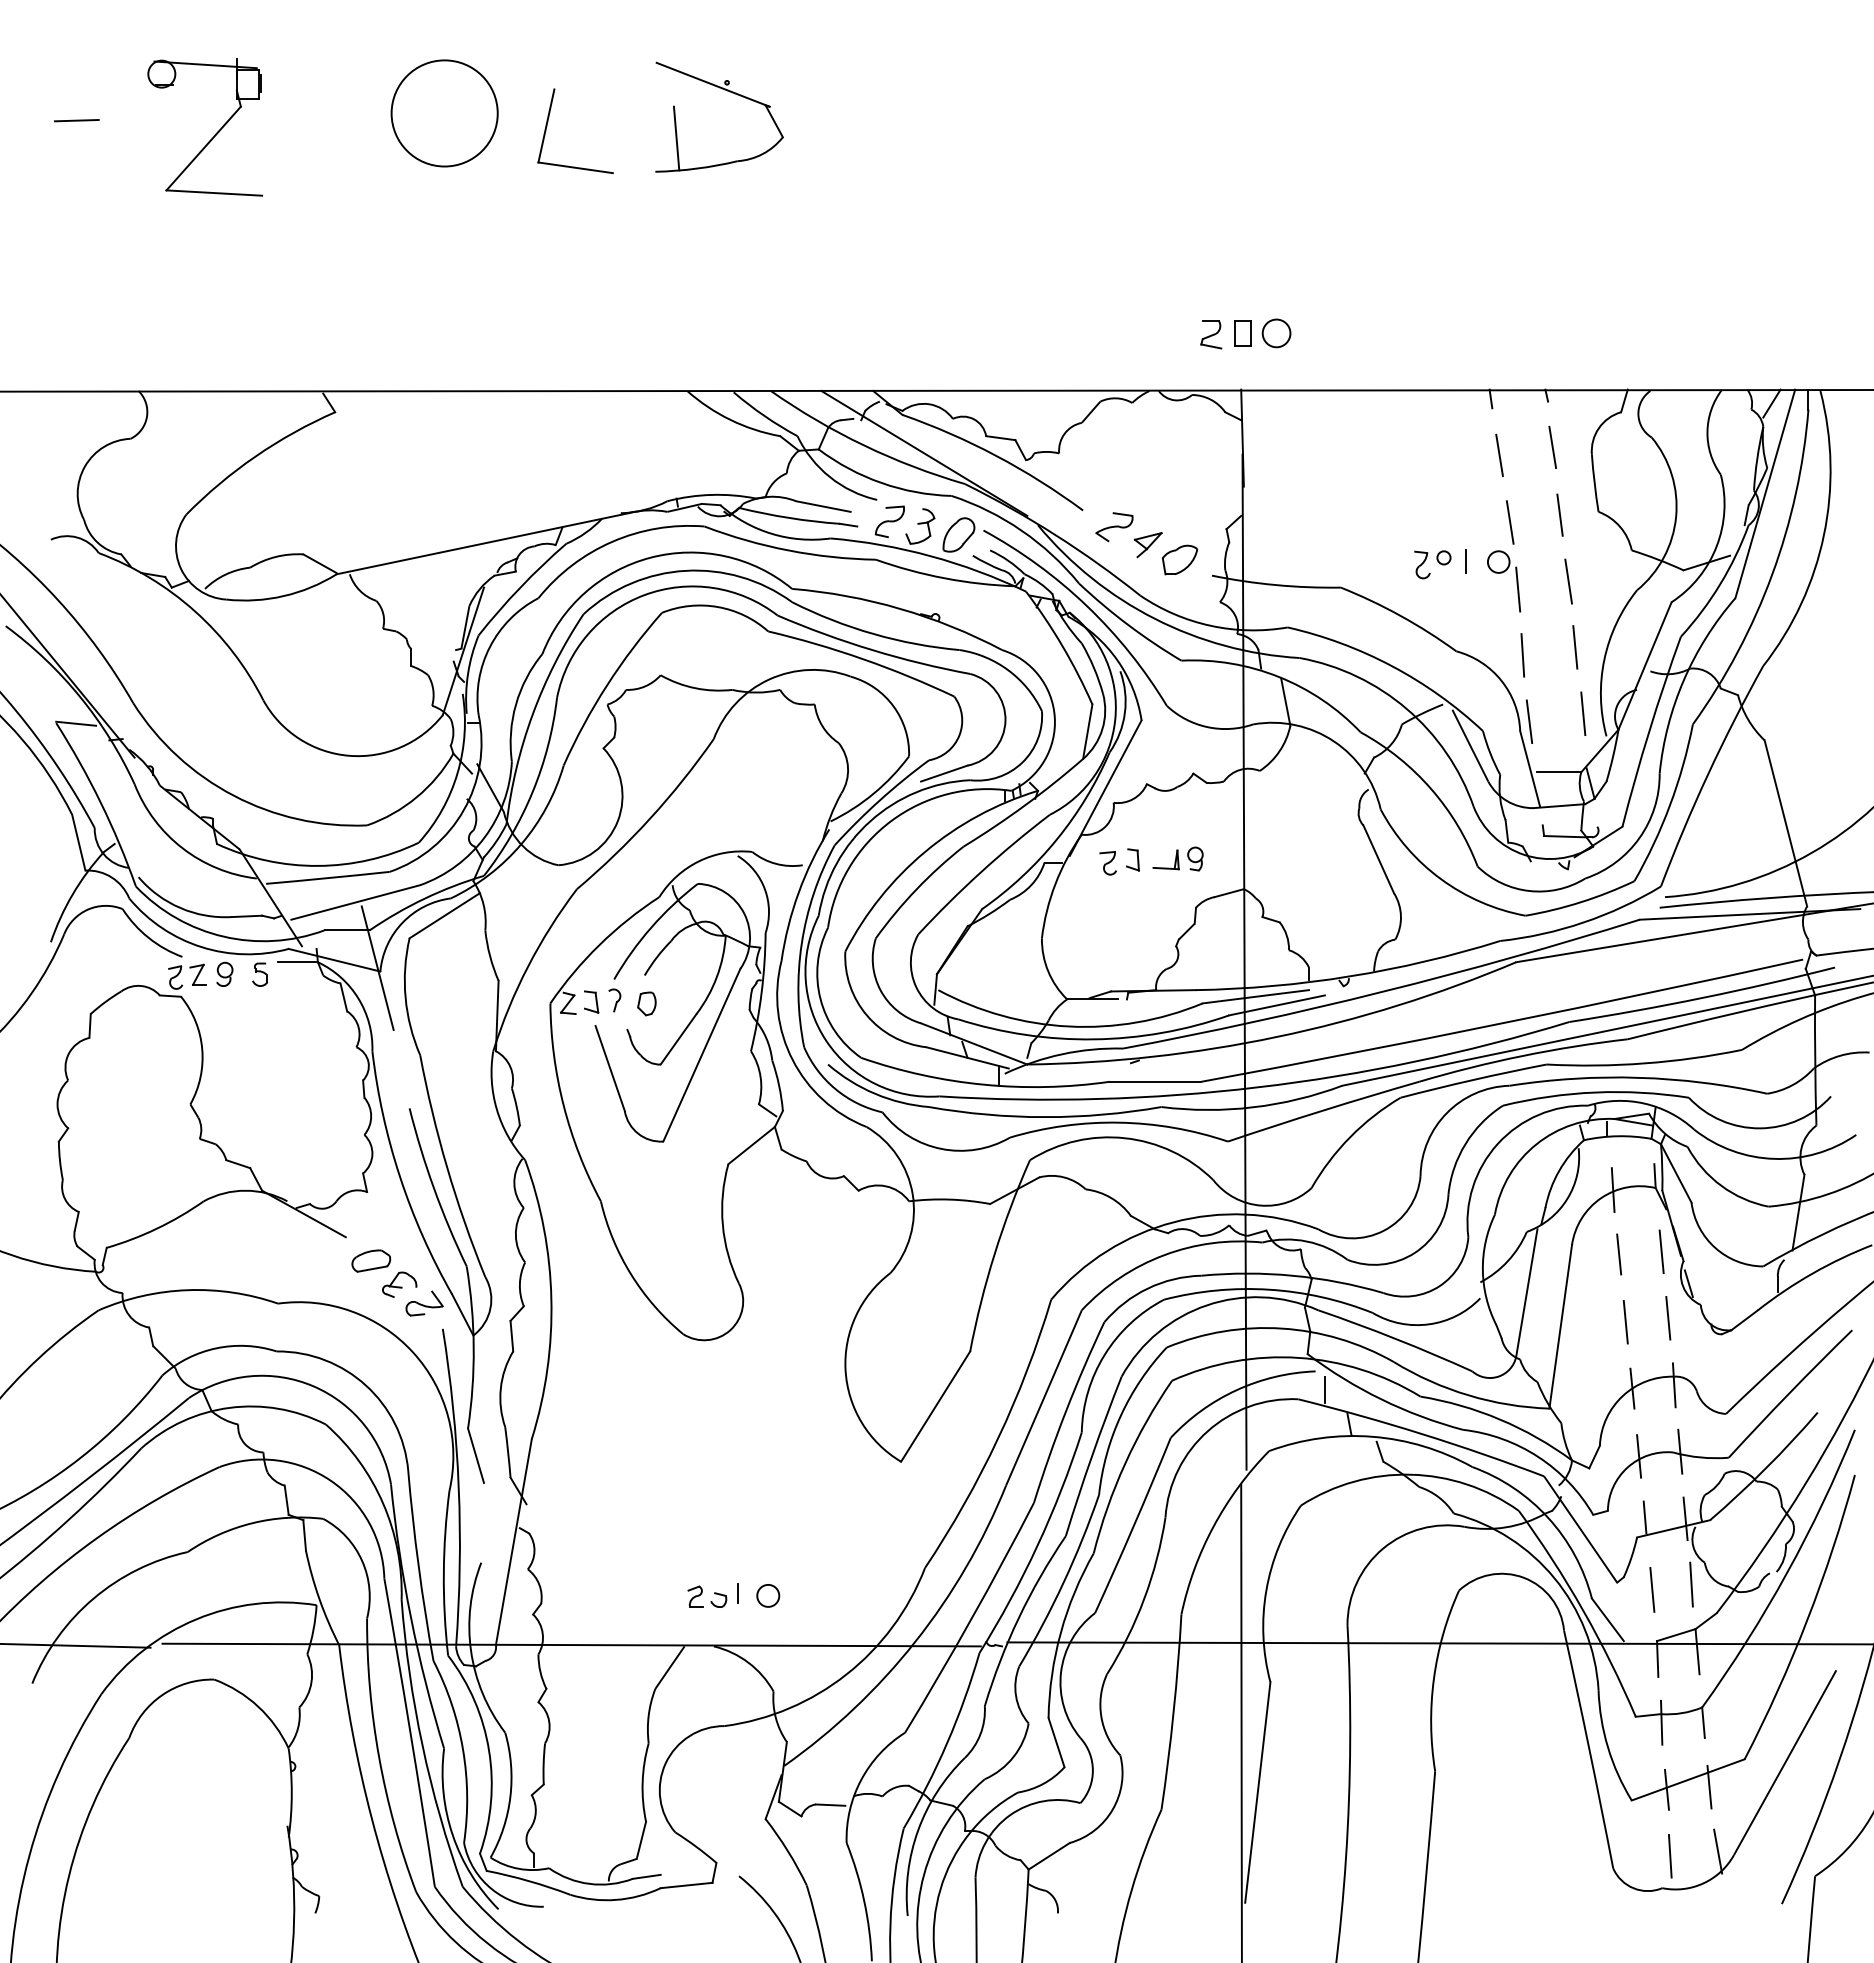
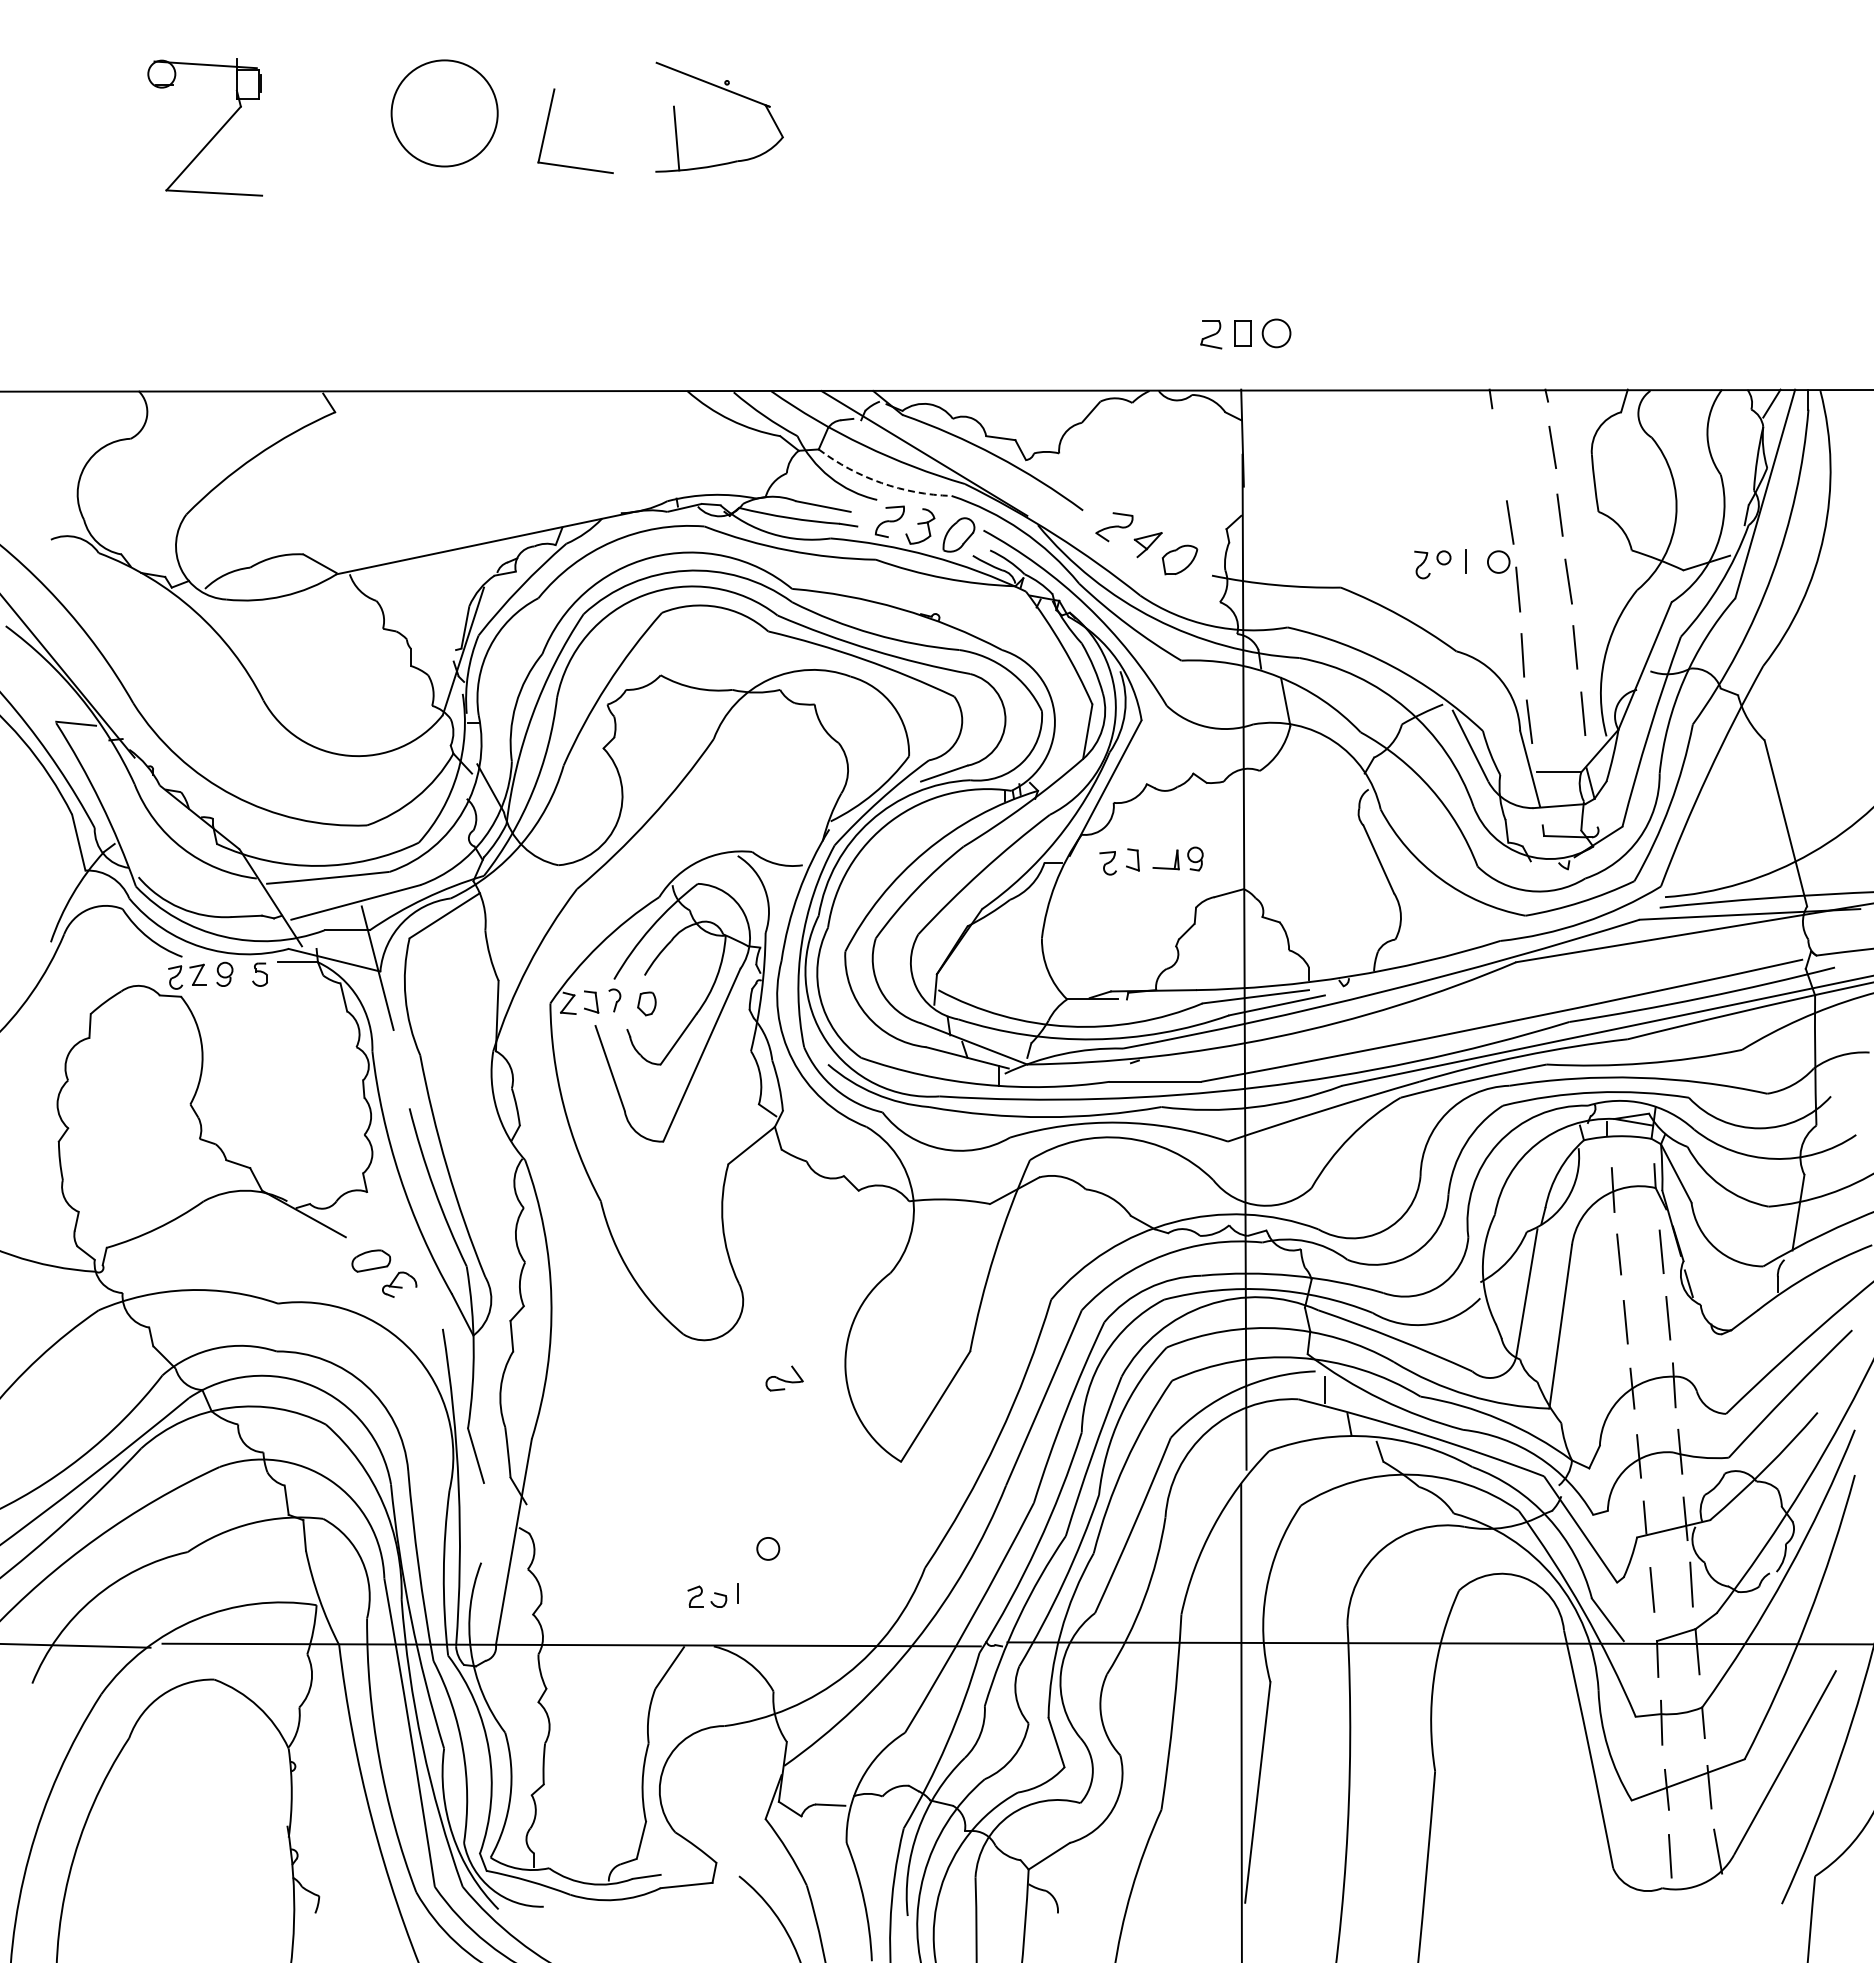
line at (76, 120): present -> none
line at (1499, 455): present -> none
arc at (881, 483): solid -> dashed
part at (424, 1303) position: (424, 1303) -> (784, 1378)
circle at (768, 1595) position: (768, 1595) -> (768, 1548)
